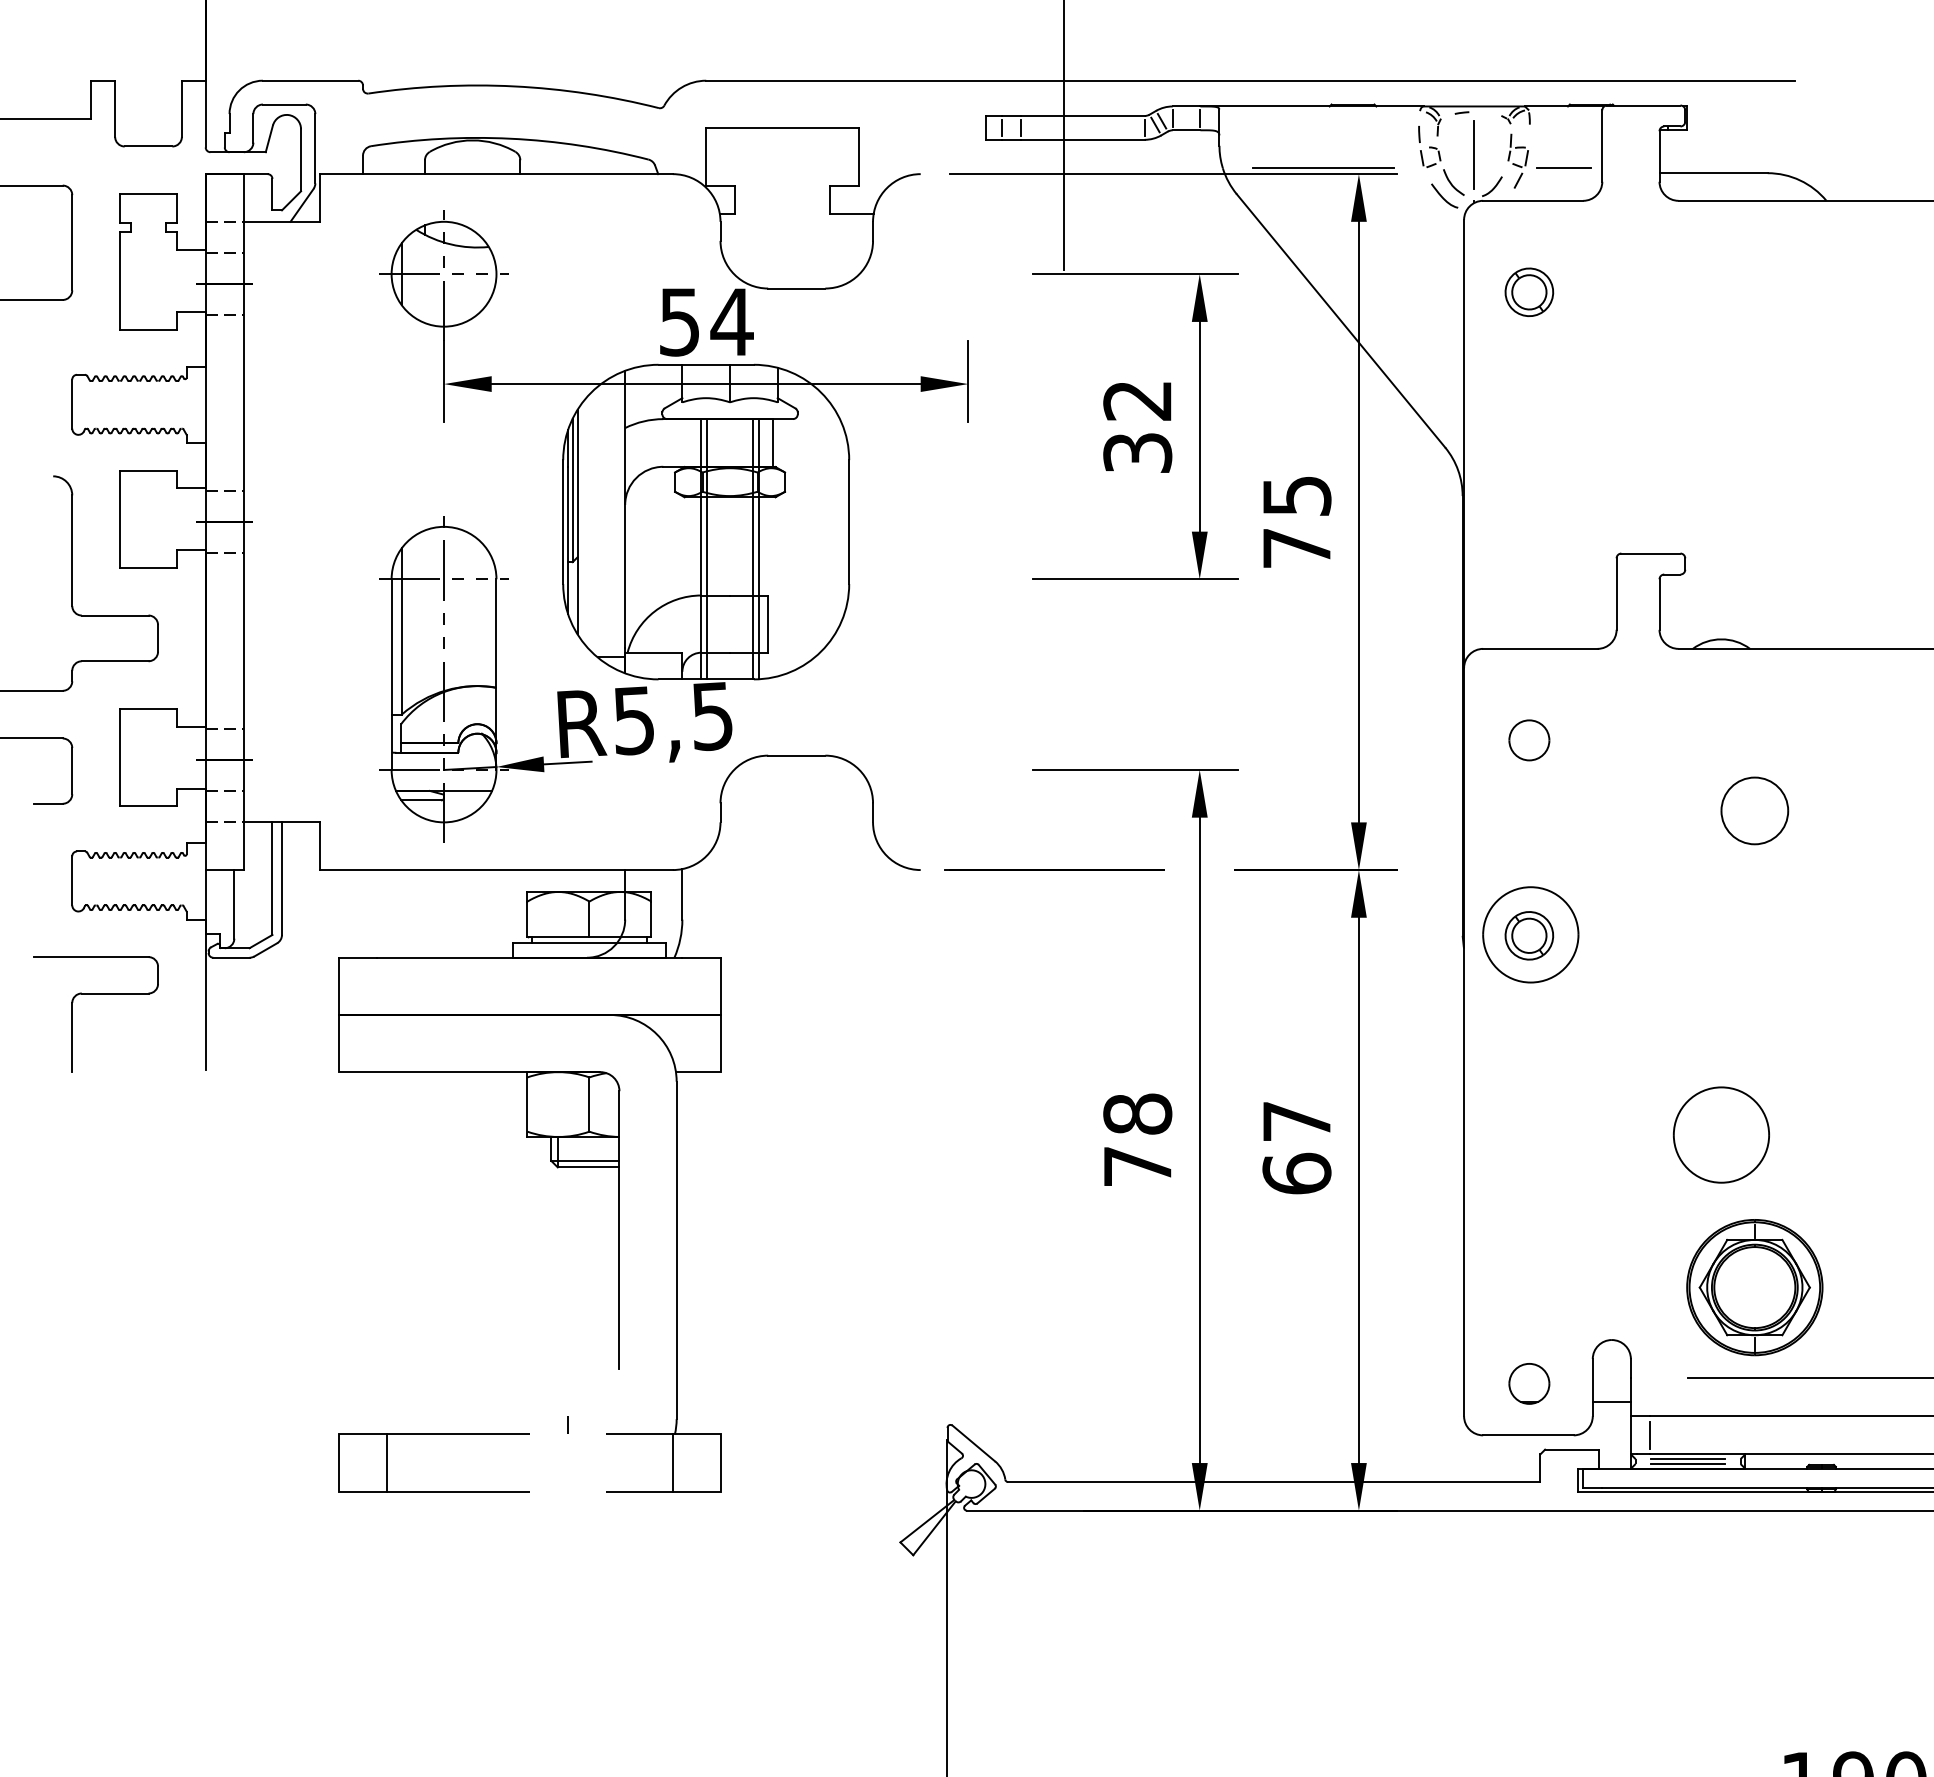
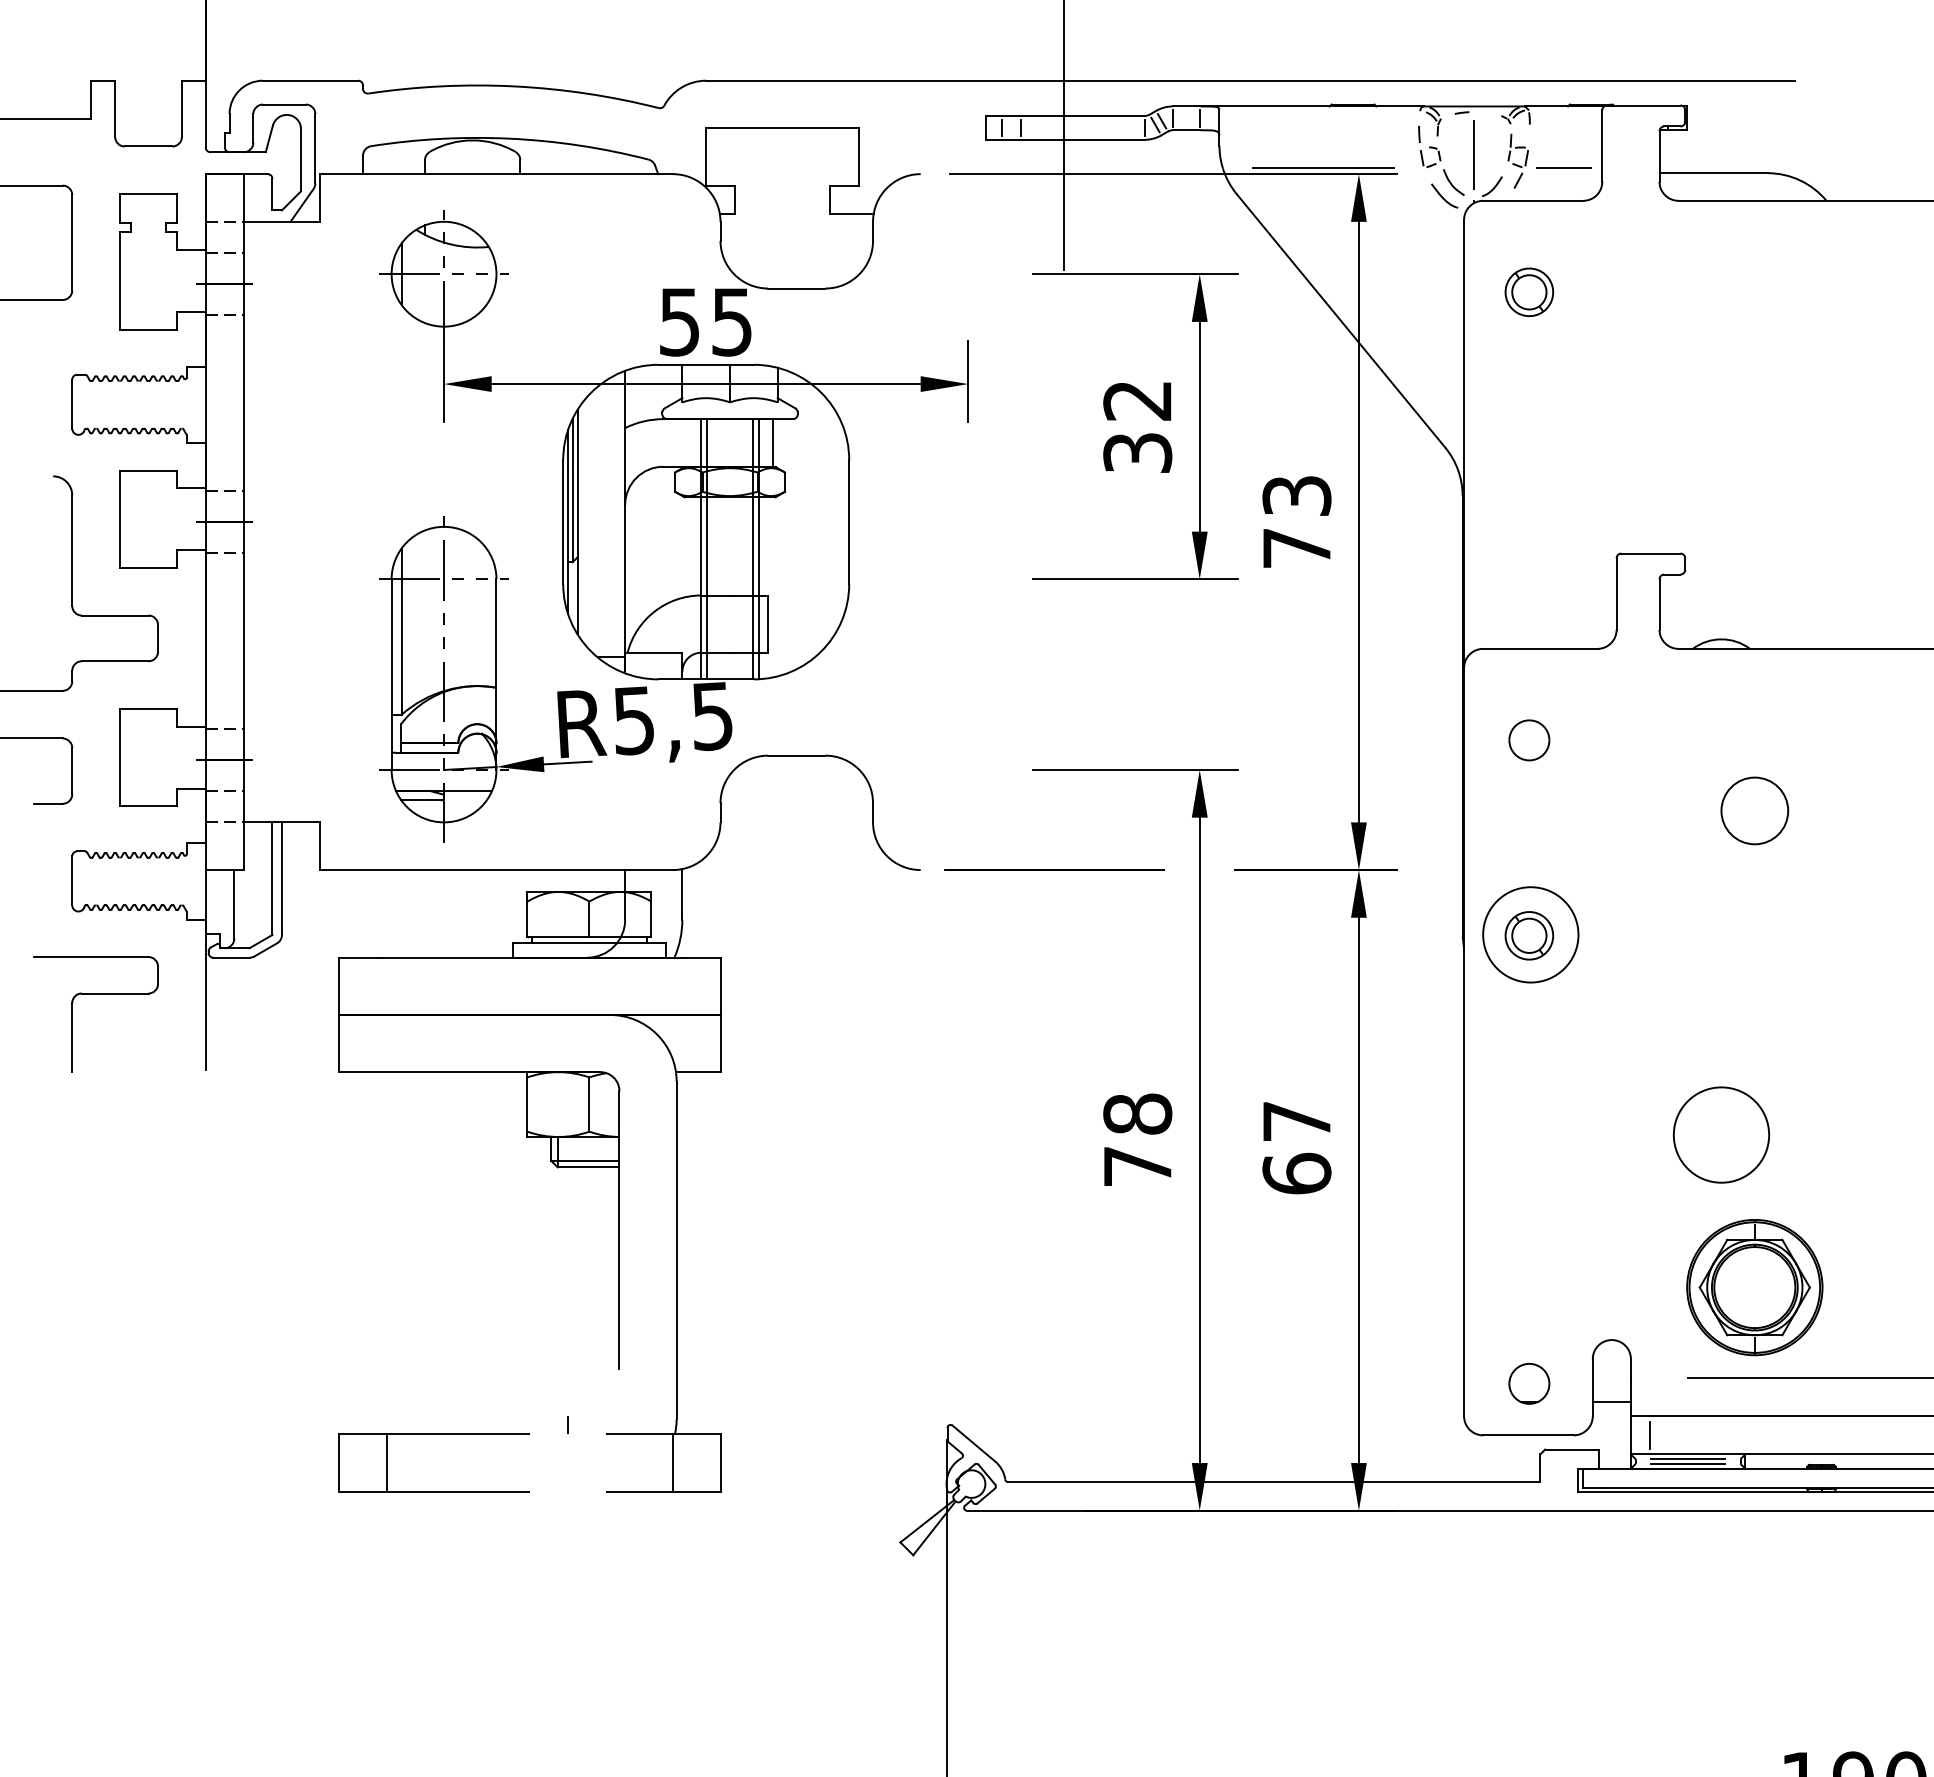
text at (731, 322): 54 -> 55
text at (1296, 495): 75 -> 73
